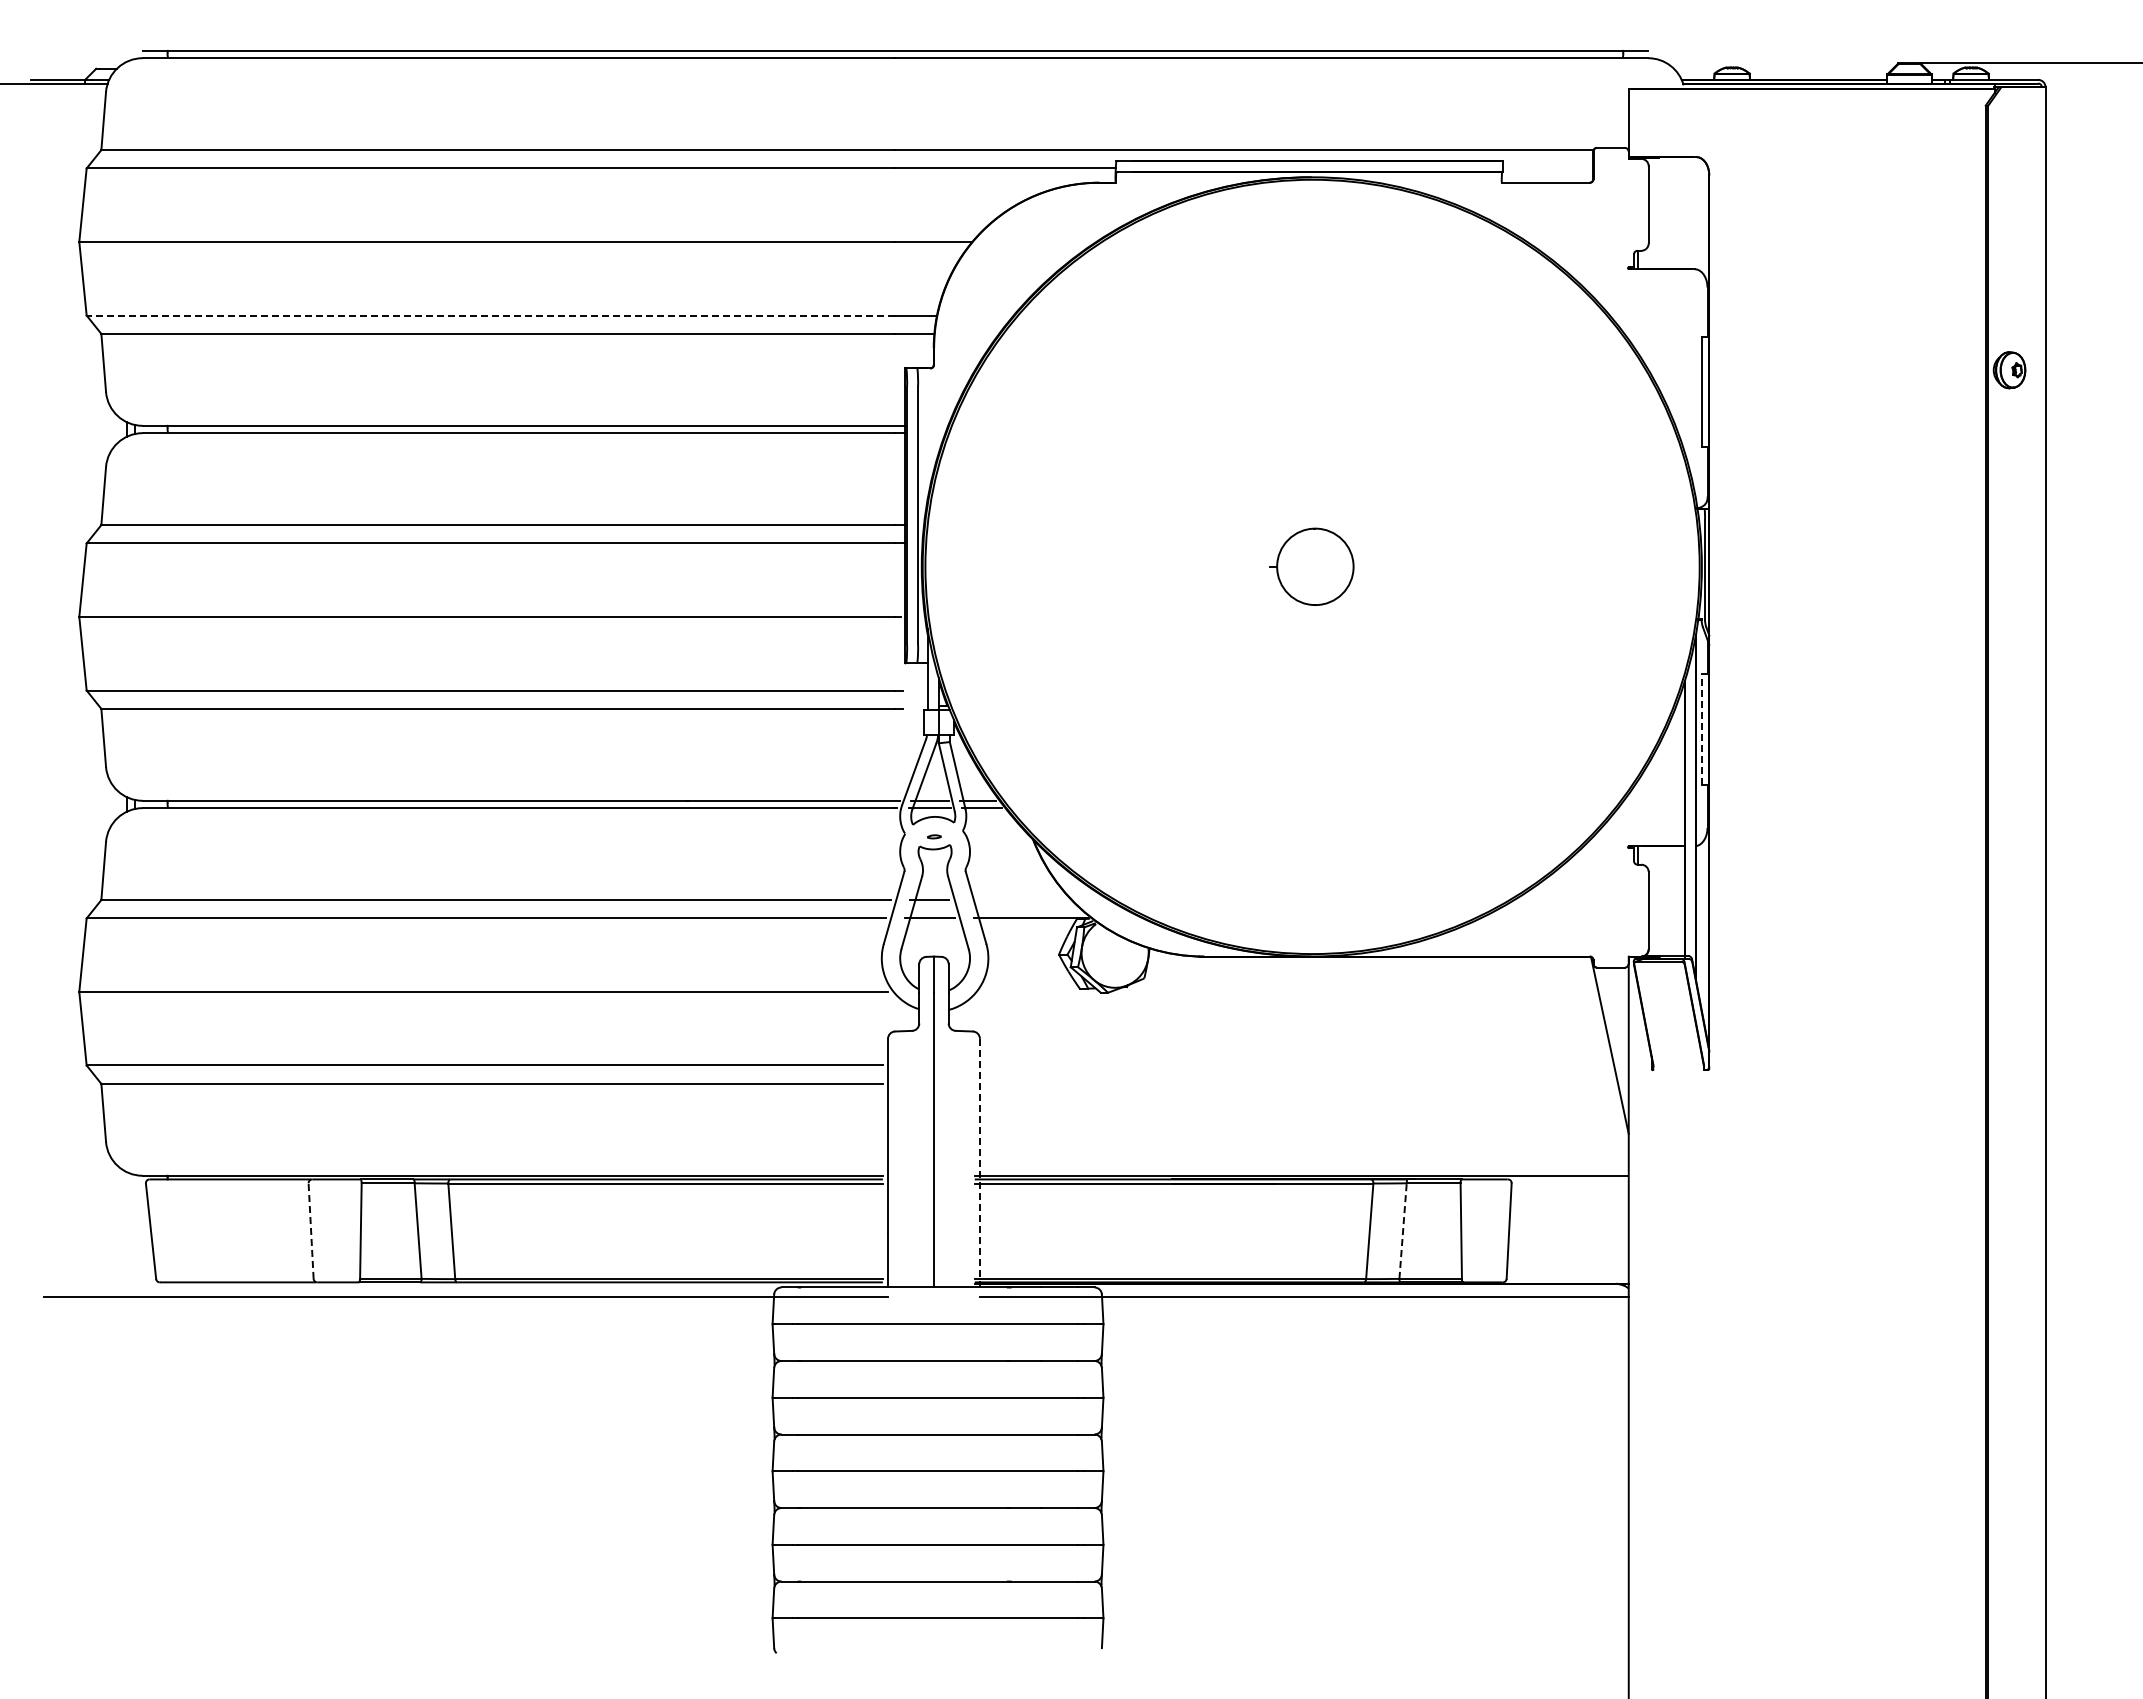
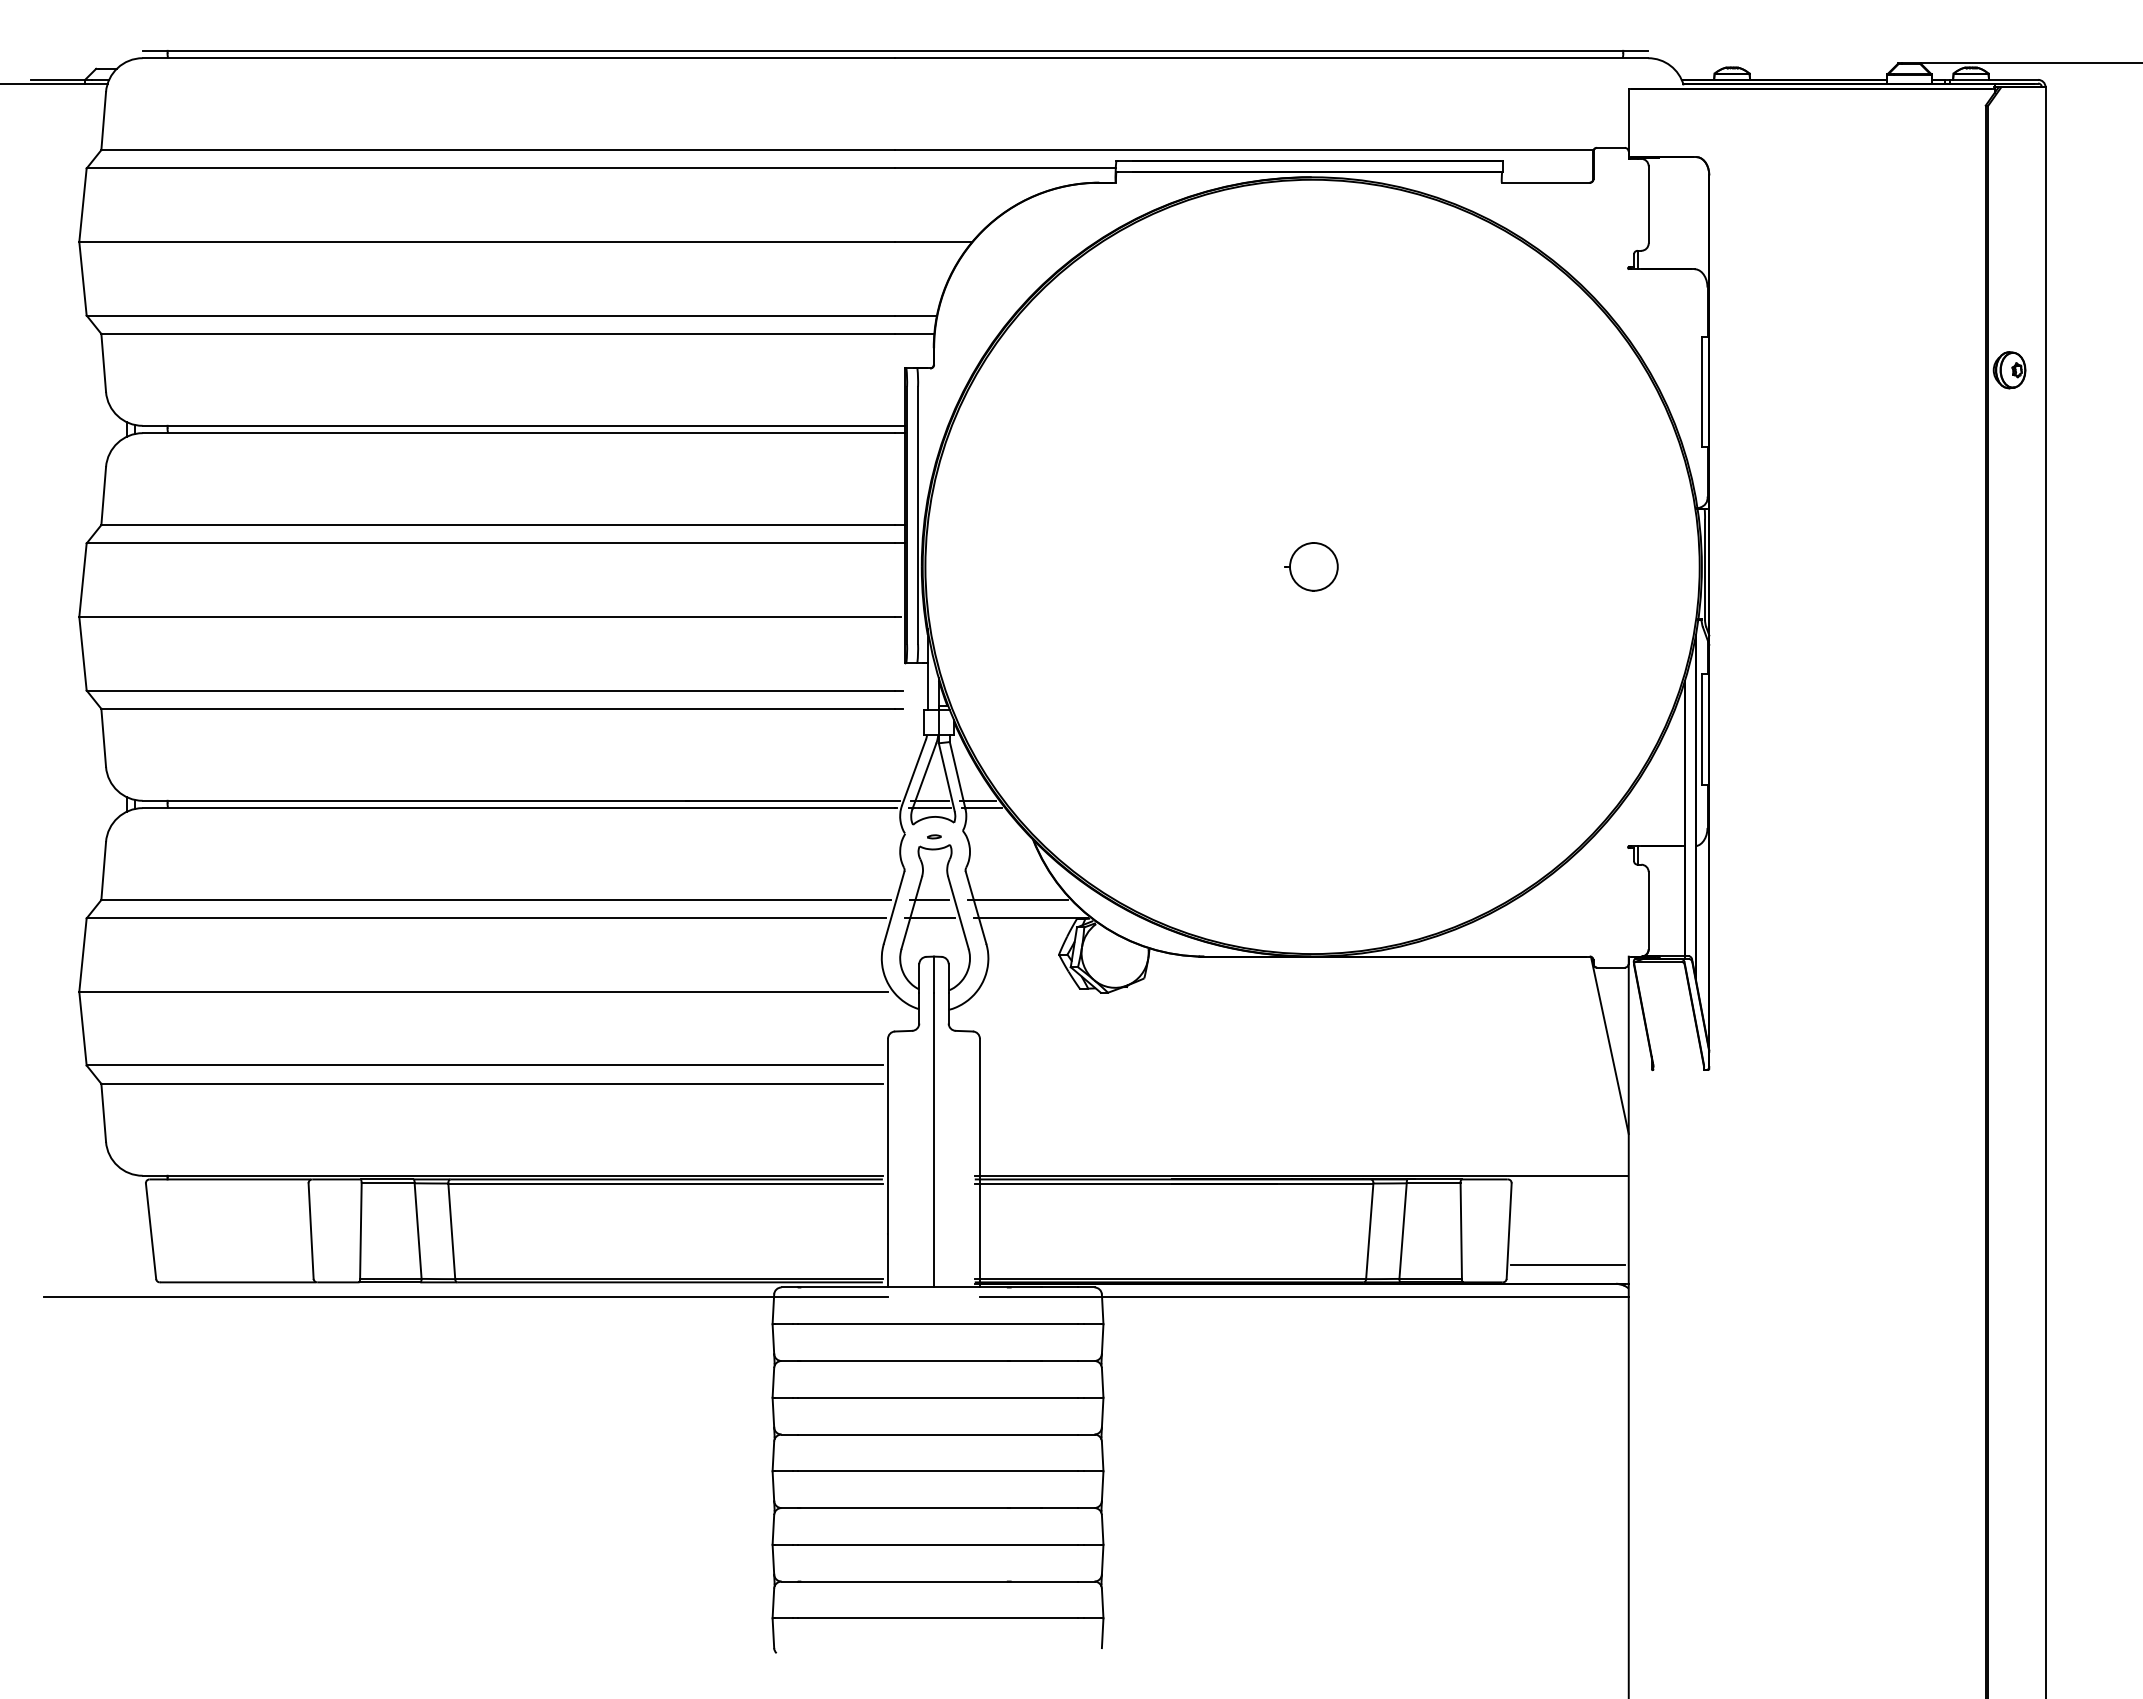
line at (490, 315): dashed -> solid
part at (1311, 566) size: 86x79 px -> 55x50 px
line at (1702, 729): dashed -> solid
line at (1017, 900): none -> present
line at (979, 1163): dashed -> solid
line at (311, 1231): dashed -> solid
line at (1403, 1231): dashed -> solid
line at (1567, 1265): none -> present
